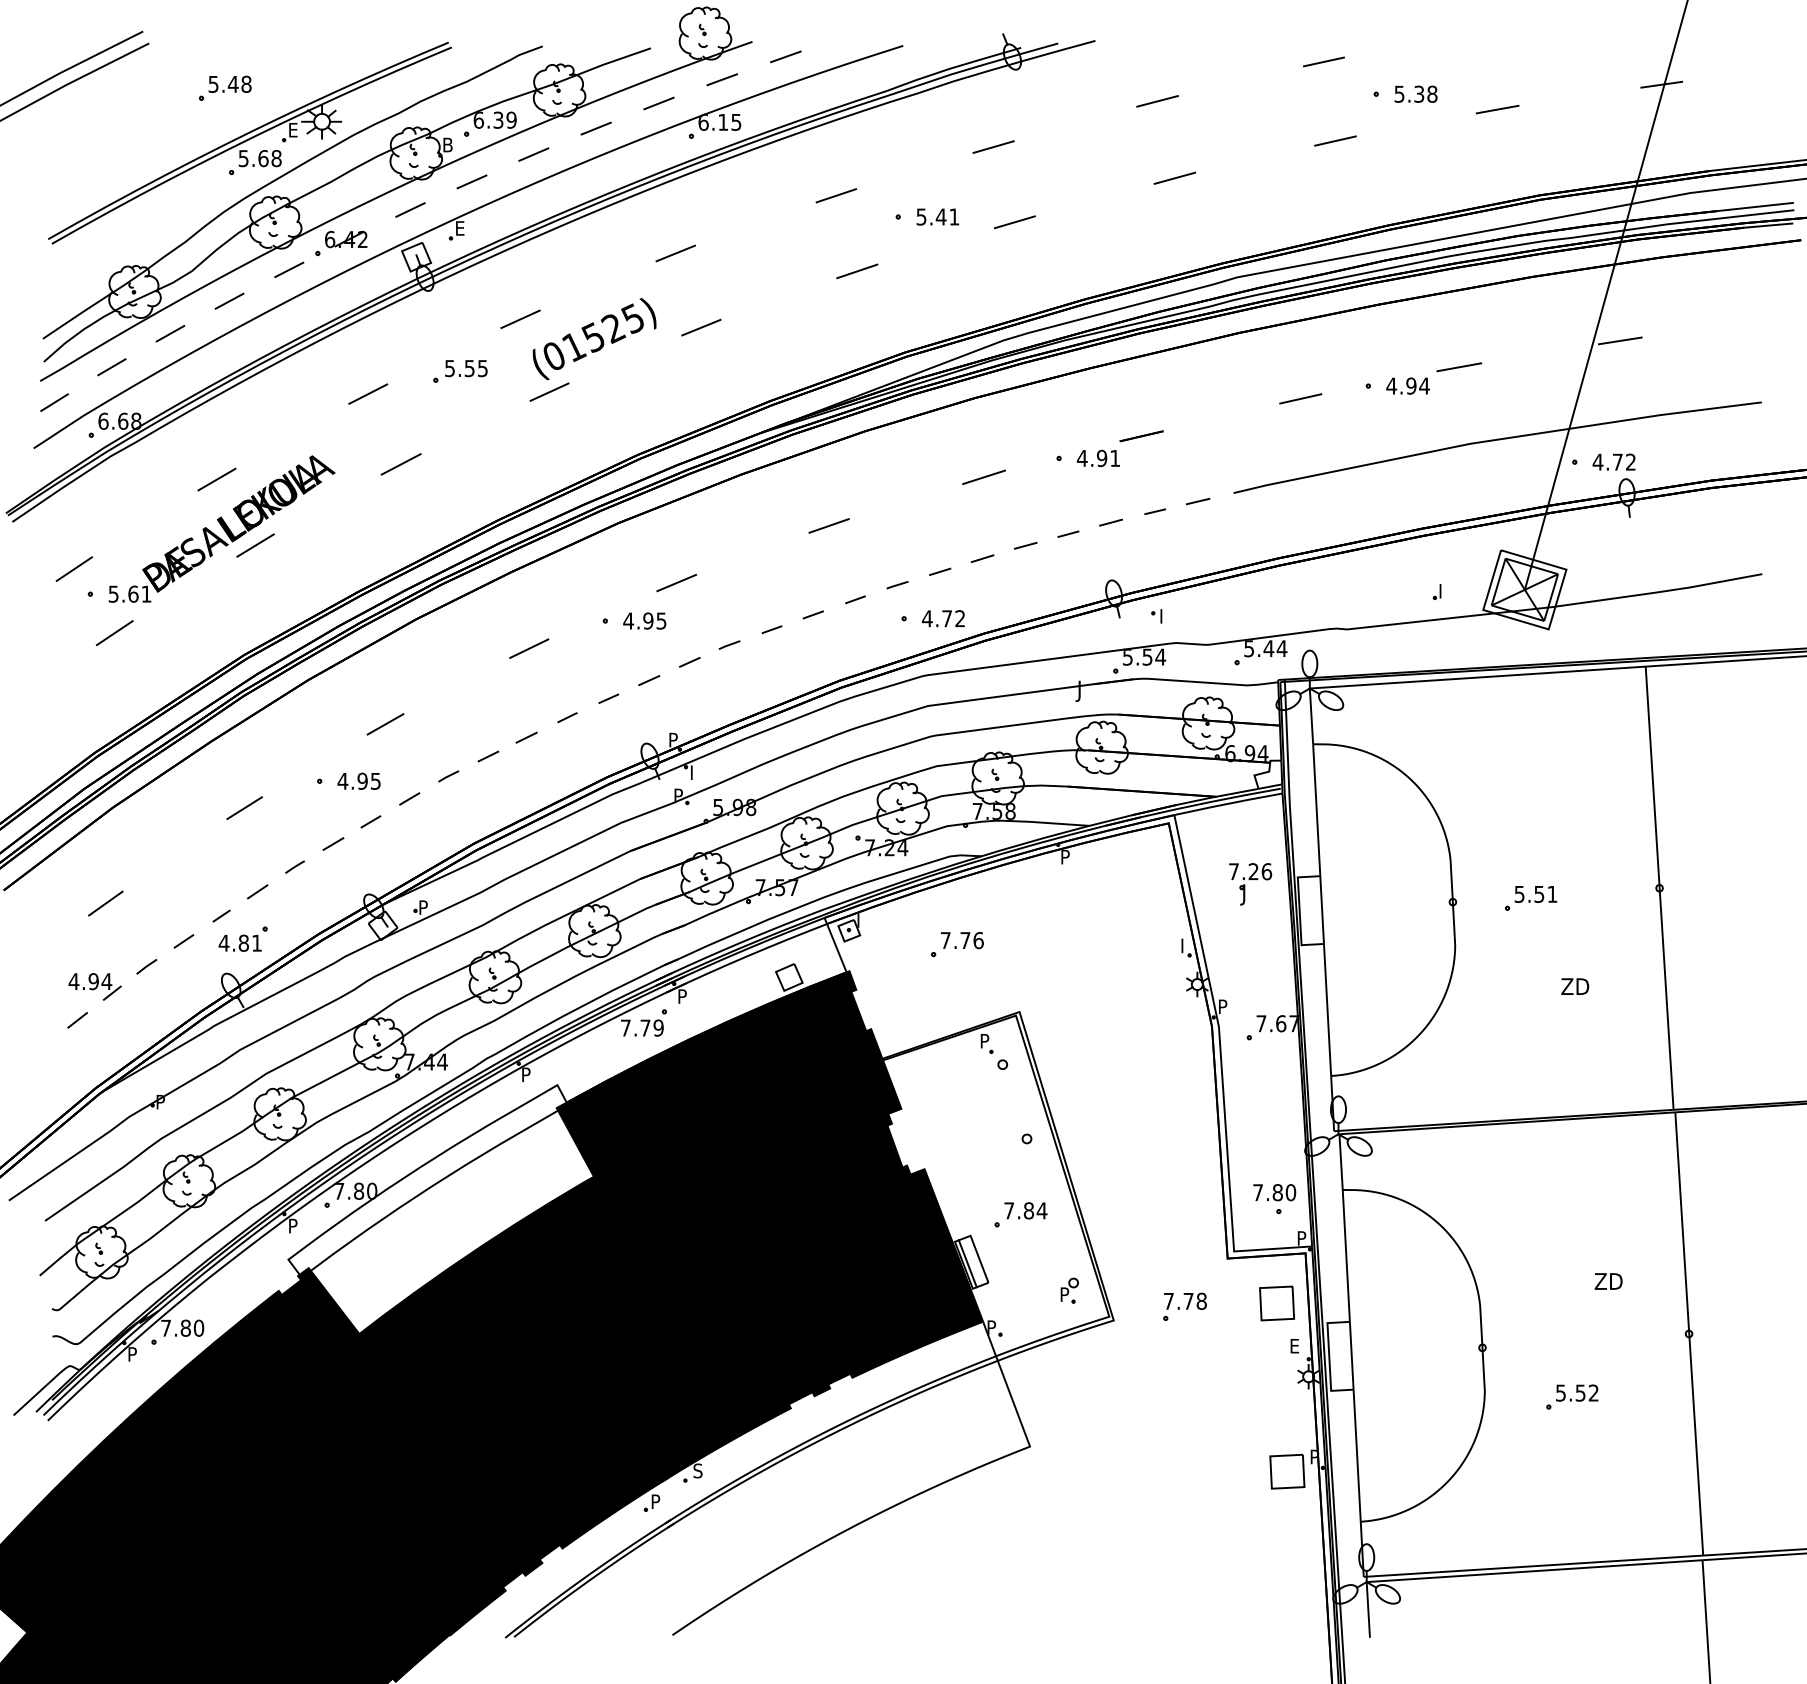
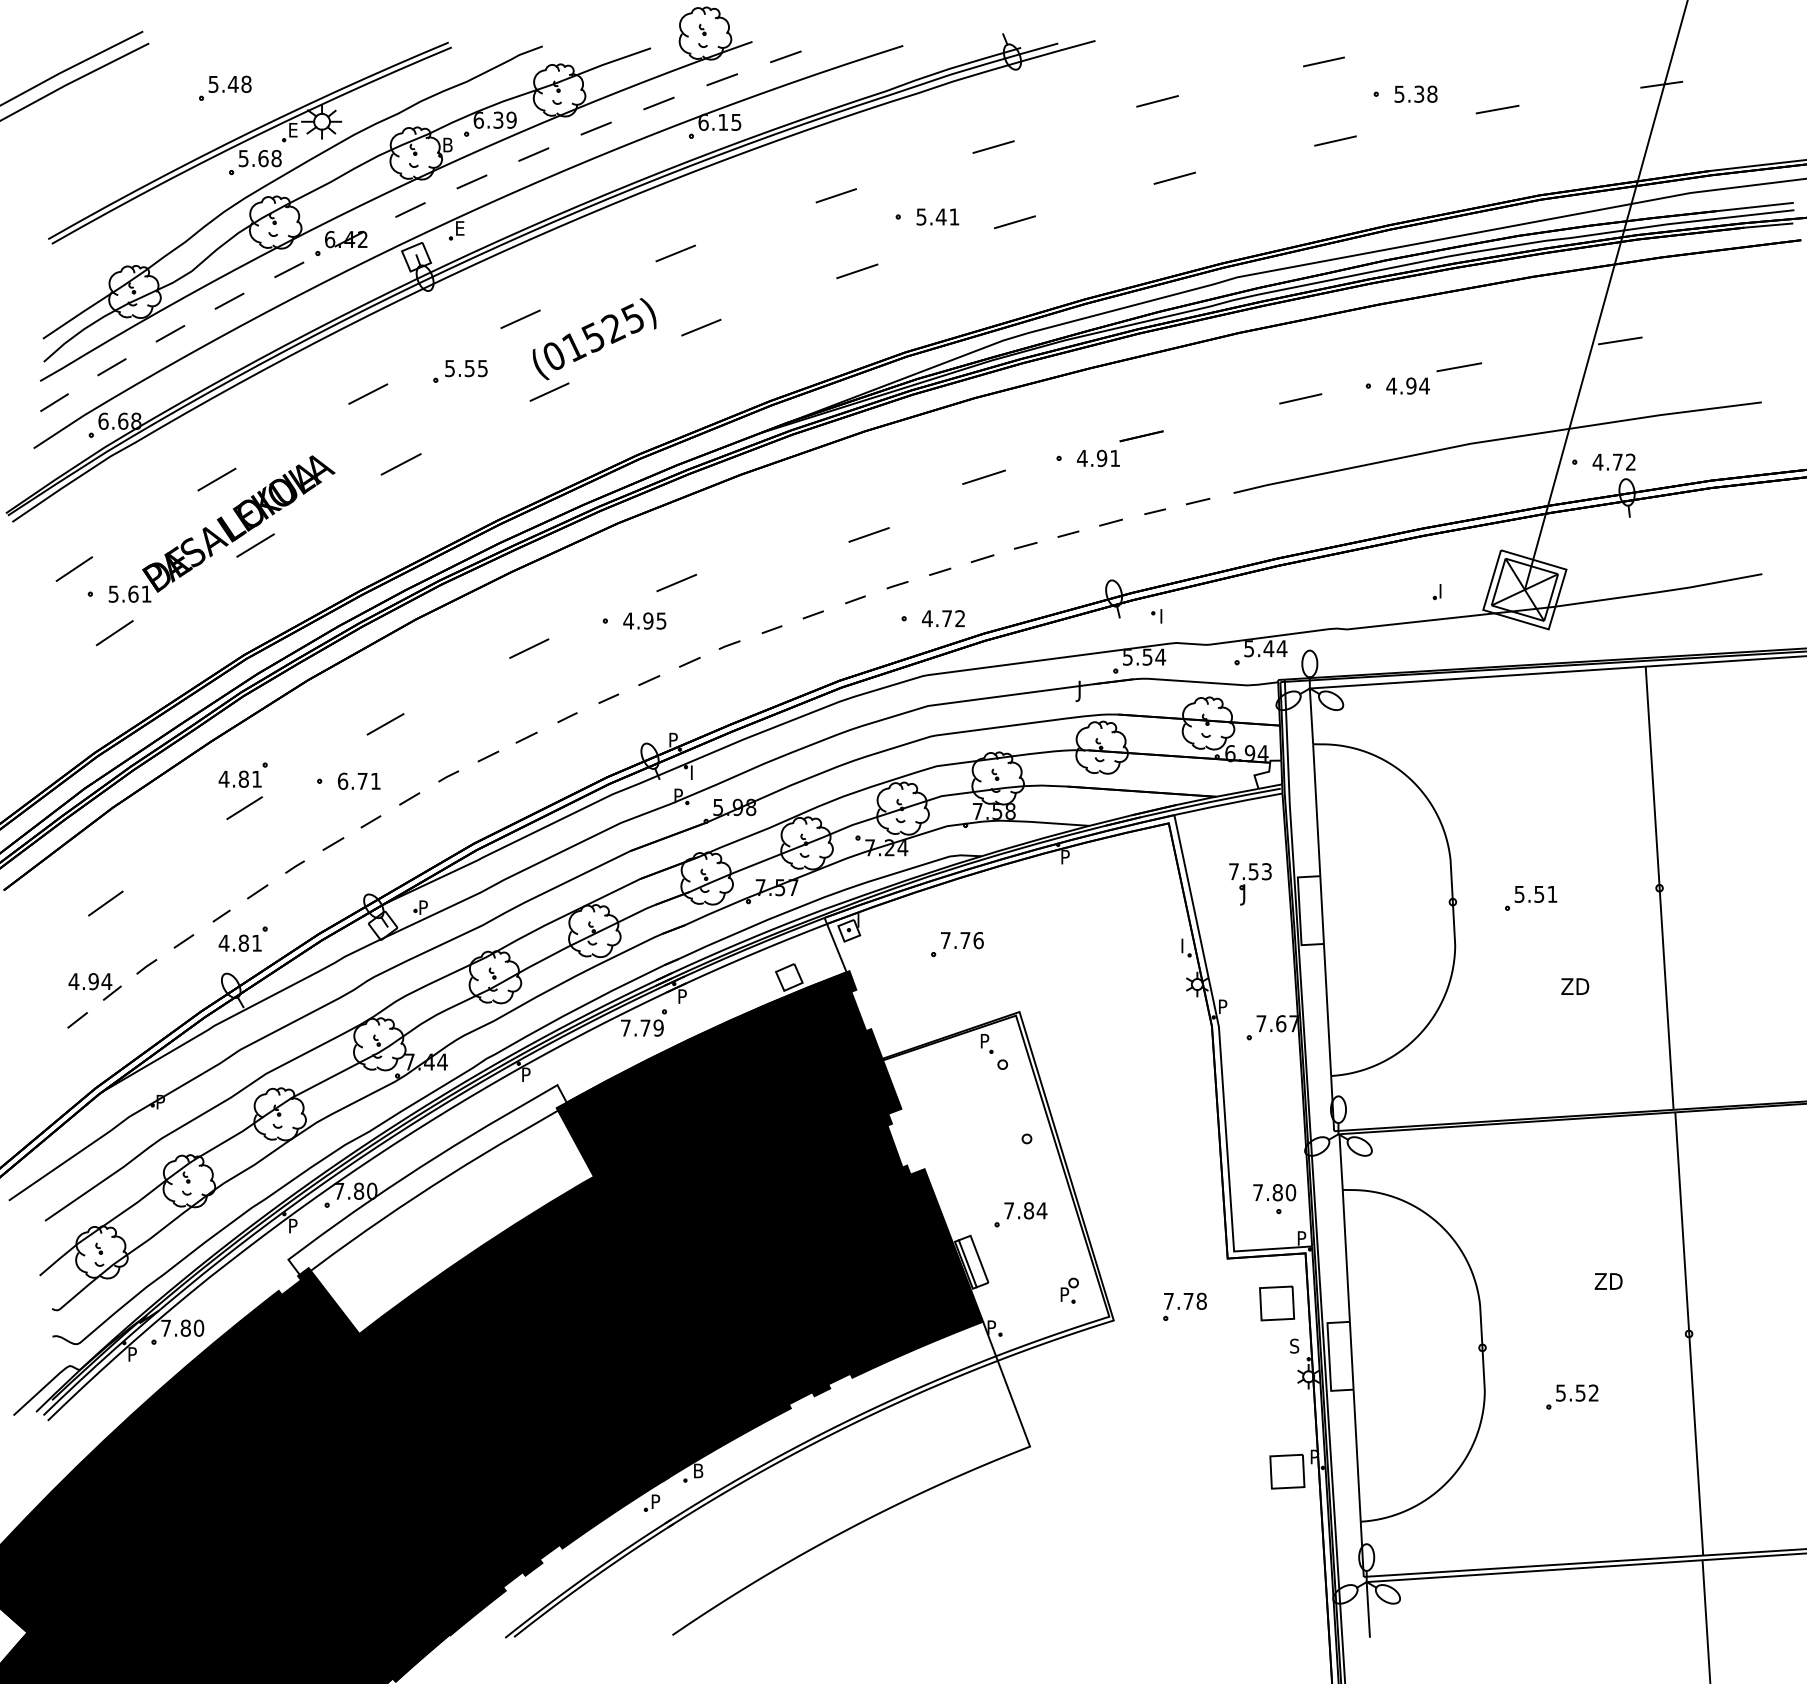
line at (828, 525) position: (828, 525) -> (868, 534)
part at (242, 774): none -> present
text at (358, 780): 4.95 -> 6.71
text at (1260, 871): 7.26 -> 7.53
text at (1294, 1345): E -> S
text at (698, 1470): S -> B
